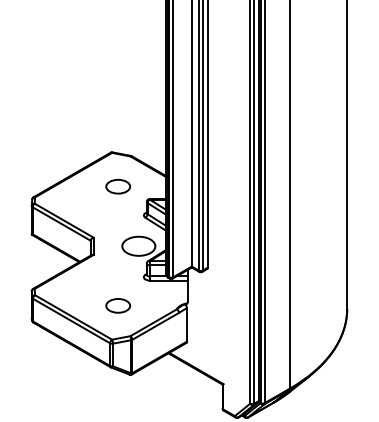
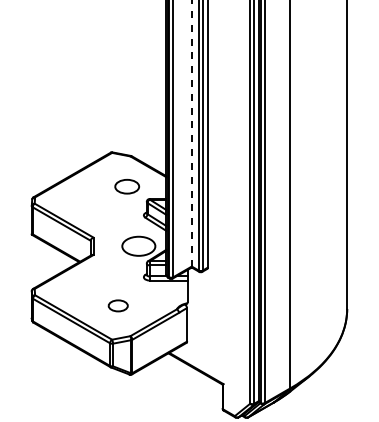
line at (191, 133): solid -> dashed
part at (118, 186) position: (118, 186) -> (127, 186)
part at (118, 305) size: 27x16 px -> 22x14 px
